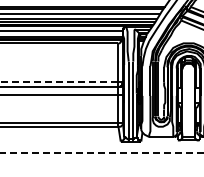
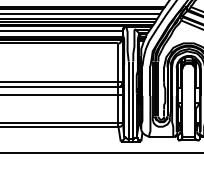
line at (59, 82): dashed -> solid
line at (102, 153): dashed -> solid
